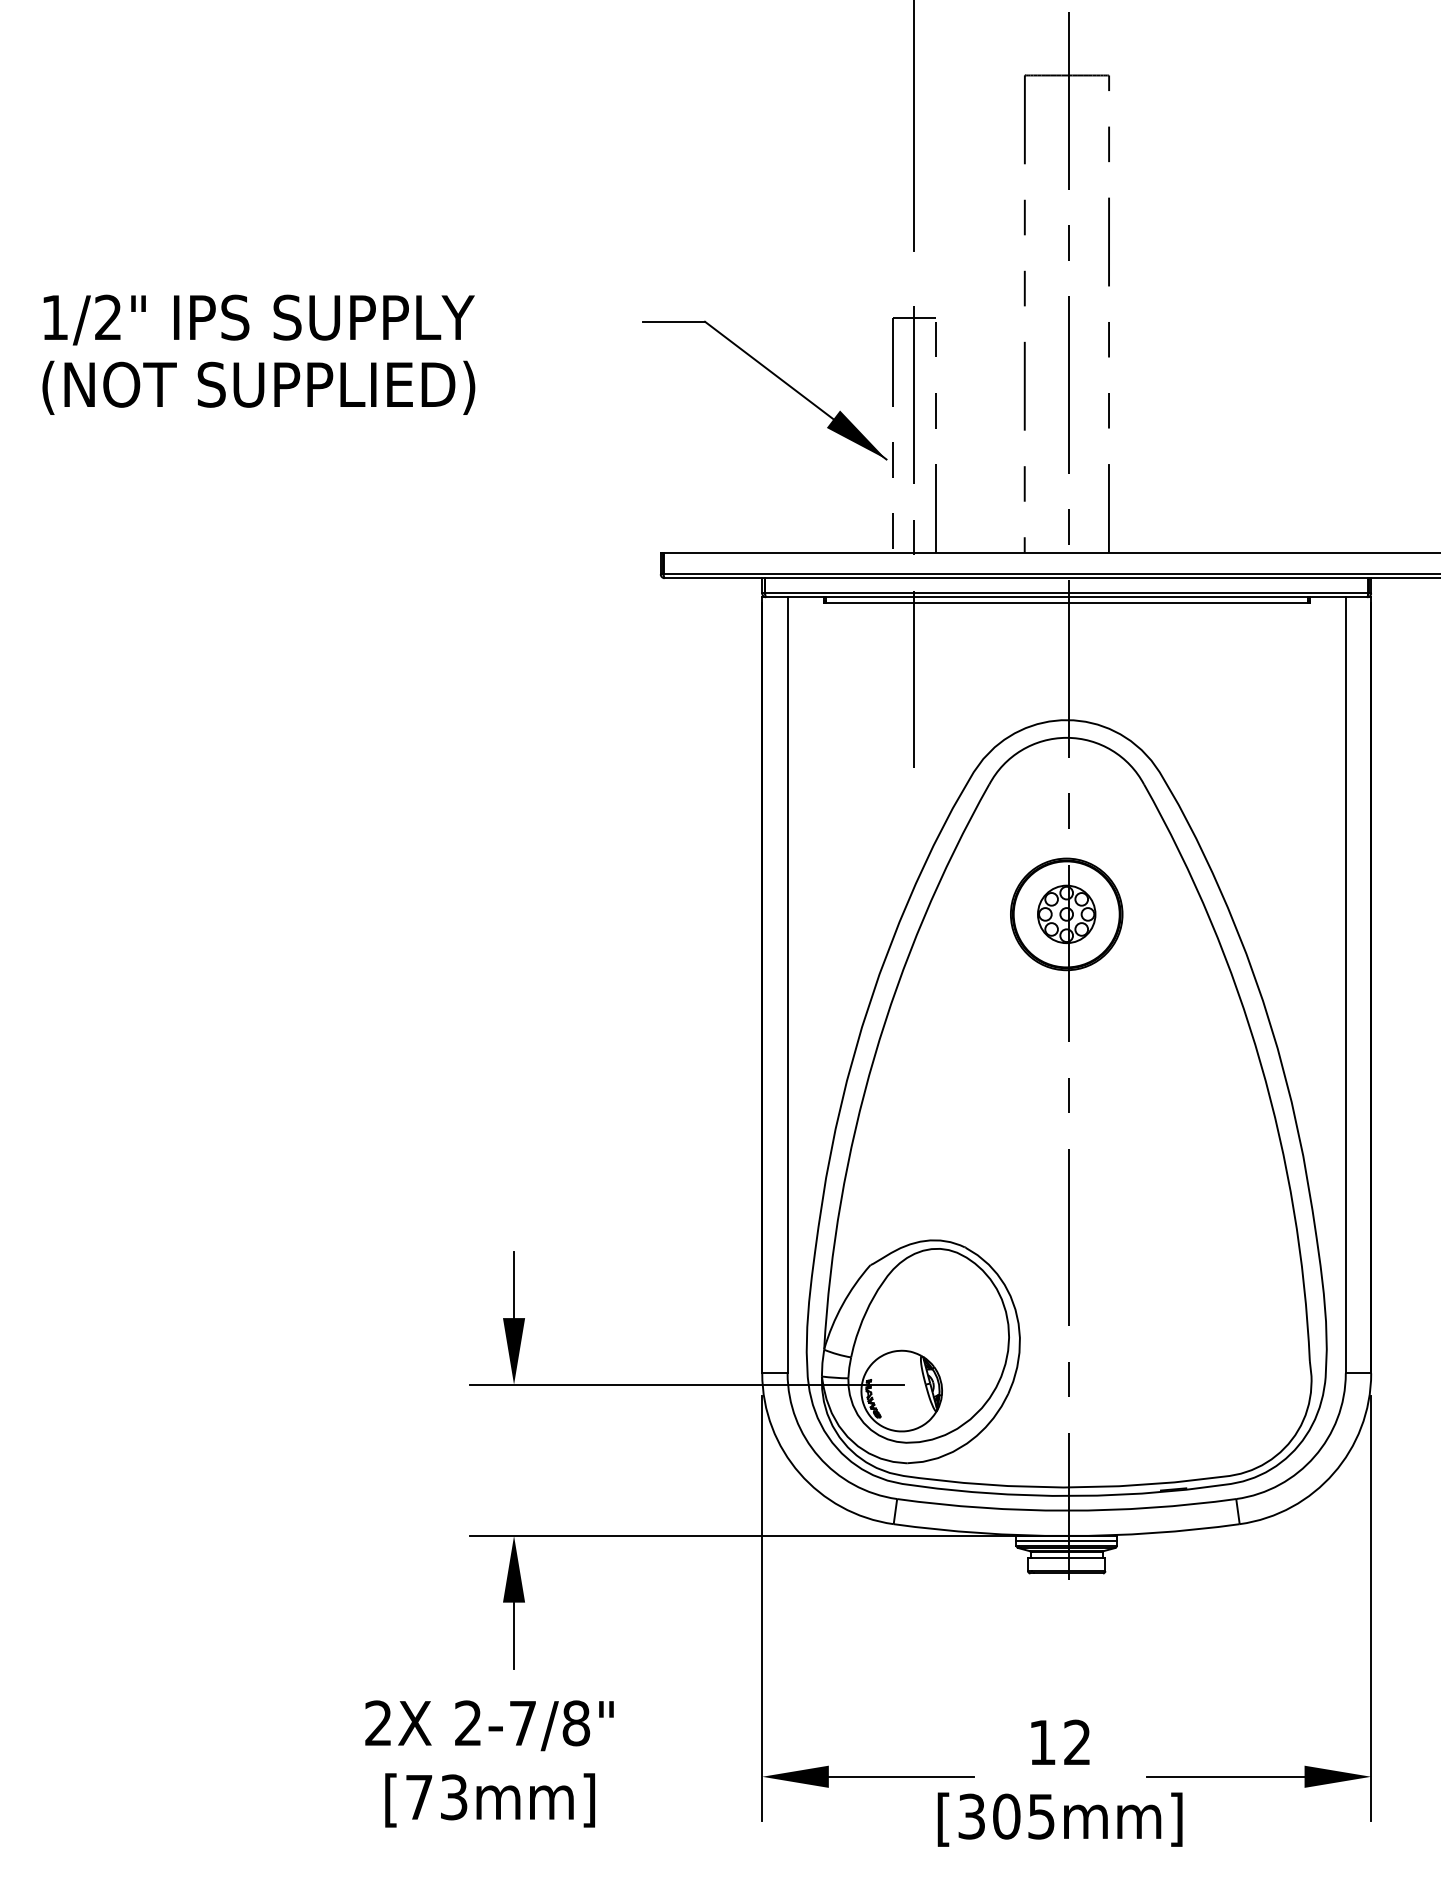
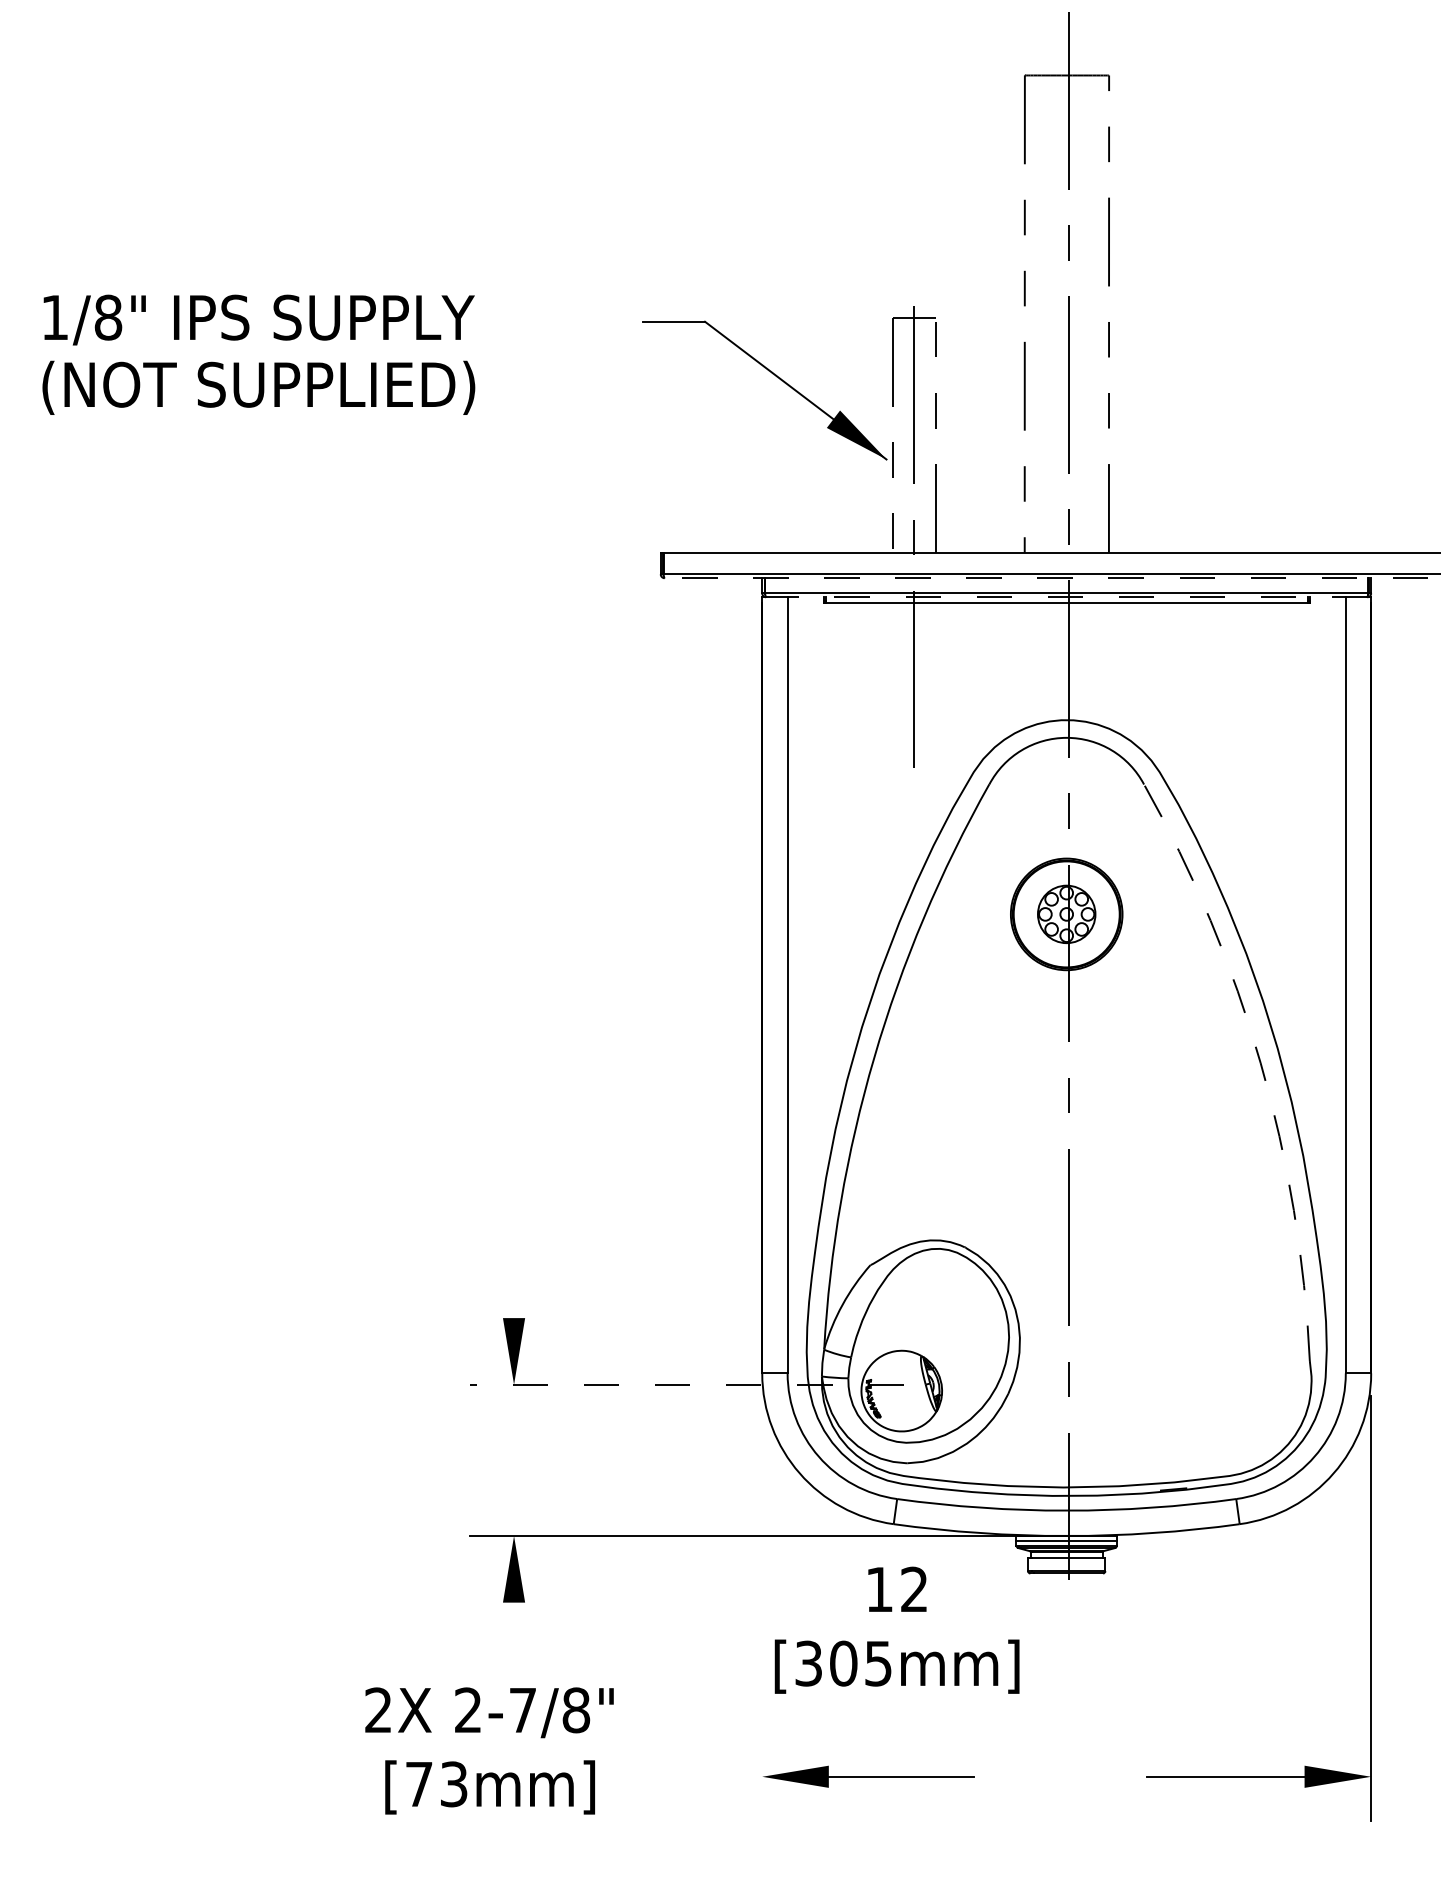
line at (914, 126): present -> none
text at (108, 317): 1/2" -> 1/8"
line at (1052, 578): solid -> dashed
line at (1066, 597): solid -> dashed
arc at (1260, 1063): solid -> dashed
line at (514, 1284): present -> none
line at (686, 1384): solid -> dashed
line at (762, 1608): present -> none
line at (514, 1635): present -> none
text at (489, 1763) position: (489, 1763) -> (489, 1750)
text at (1059, 1782) position: (1059, 1782) -> (896, 1629)
